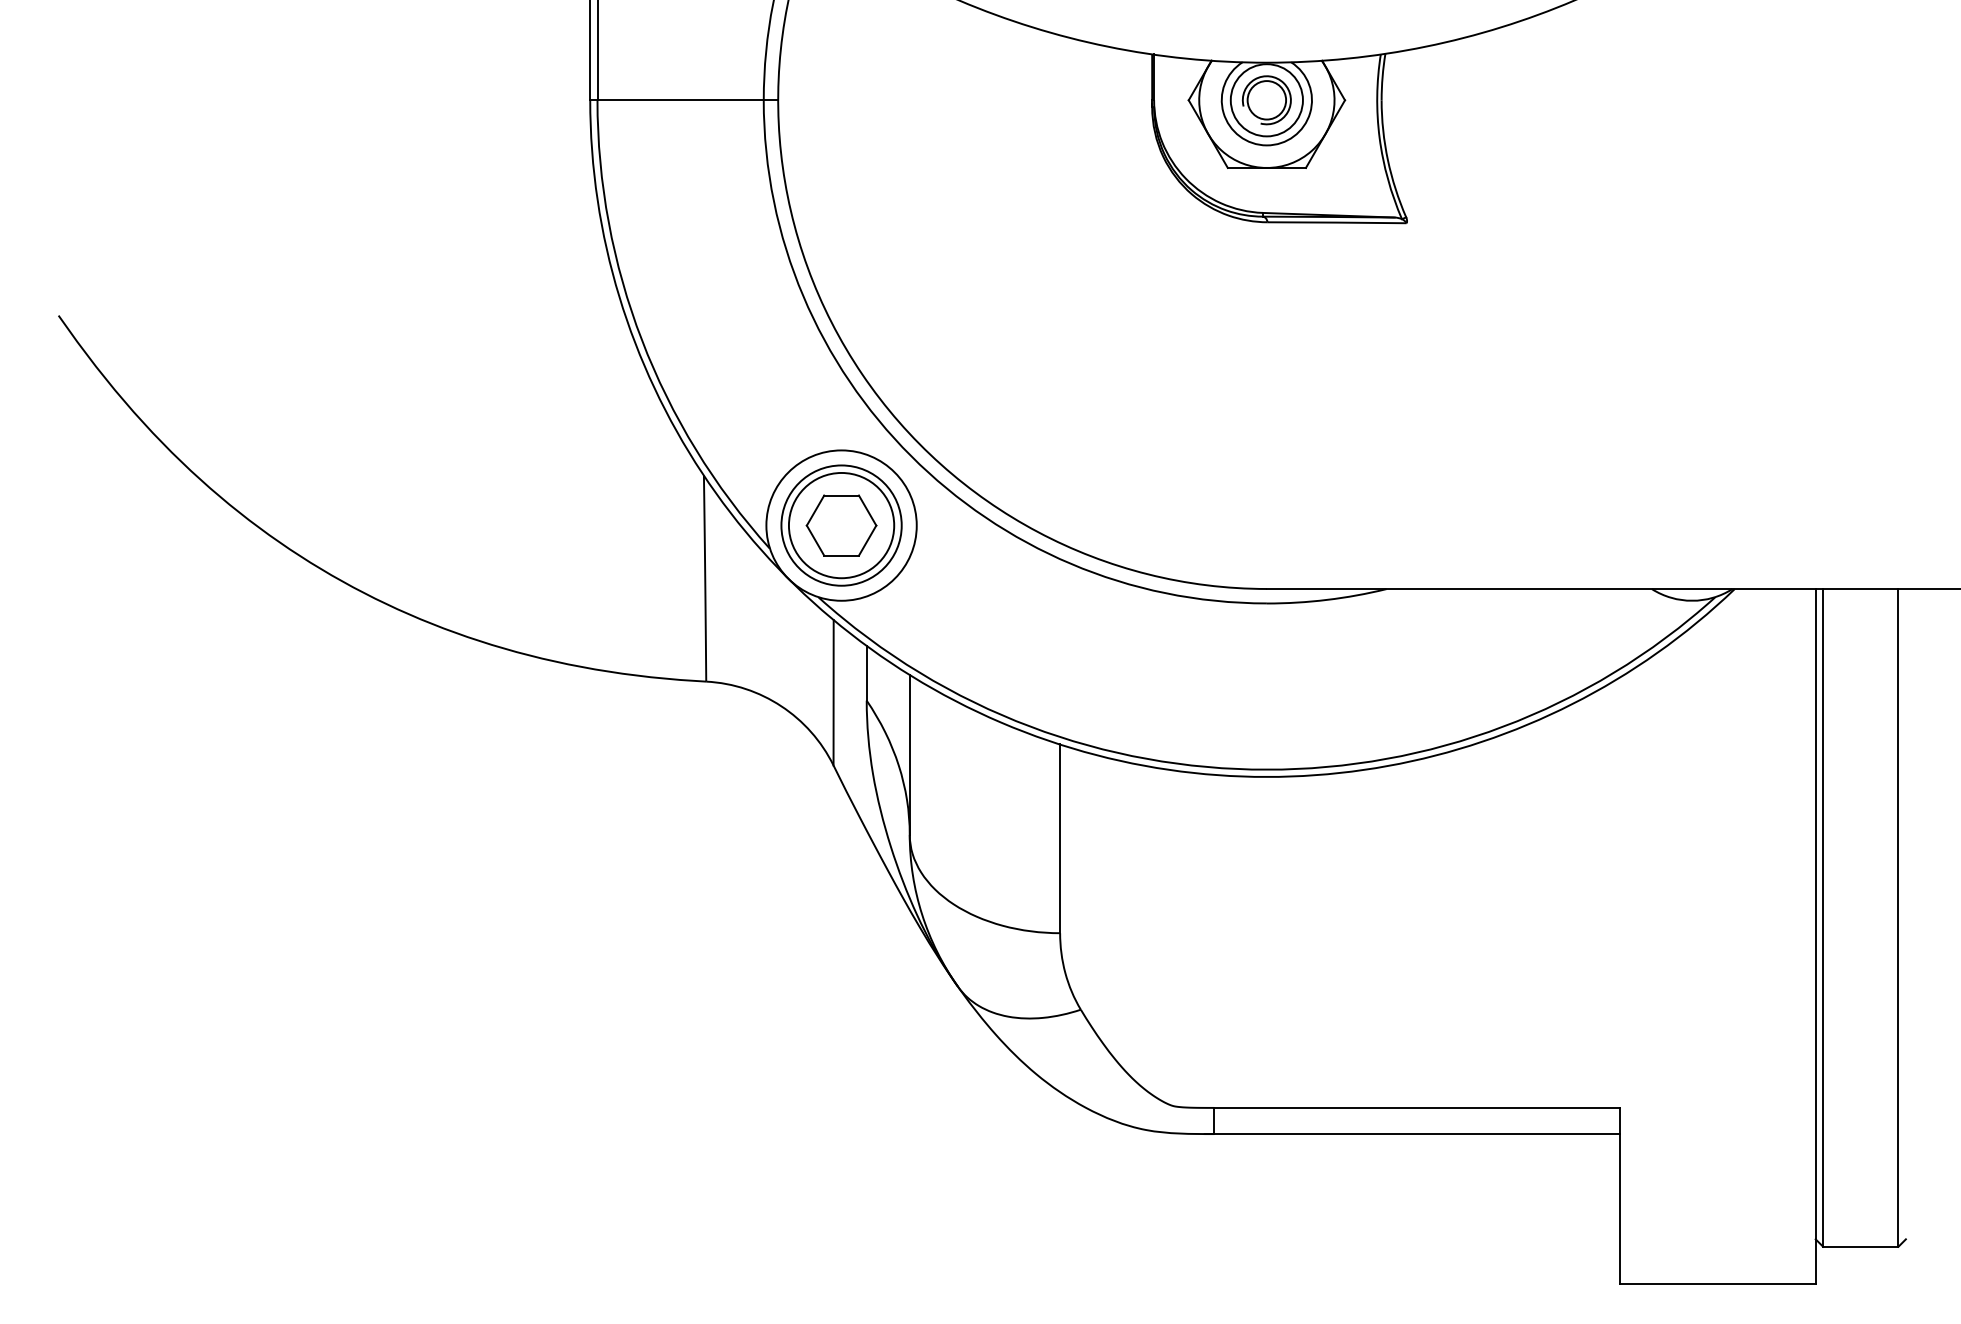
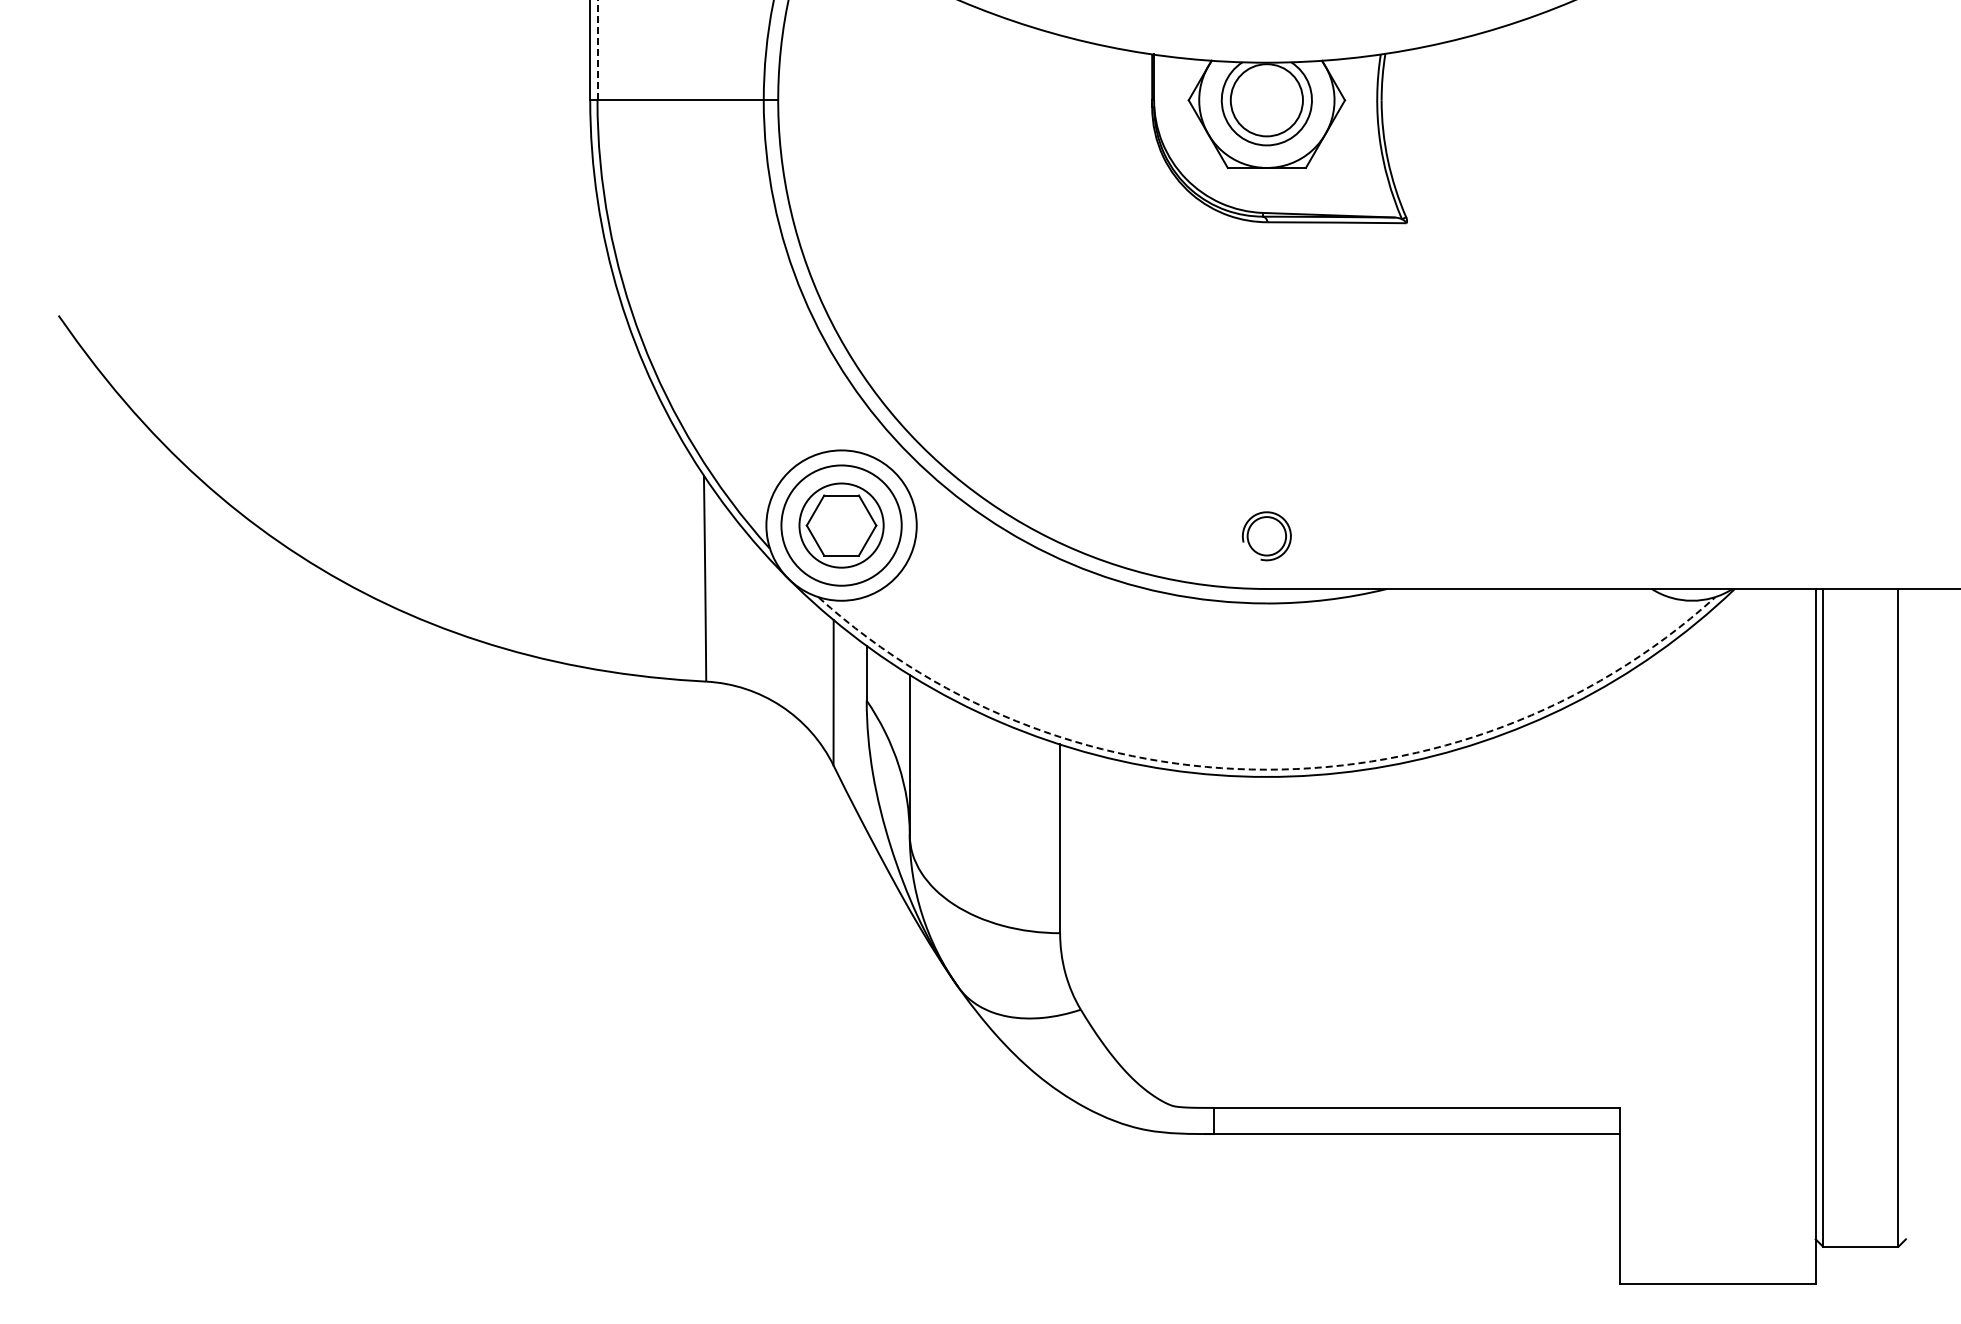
line at (597, 50): solid -> dashed
part at (1266, 100) position: (1266, 100) -> (1266, 536)
circle at (841, 525) diameter: 105 px -> 84 px
arc at (1266, 769): solid -> dashed
